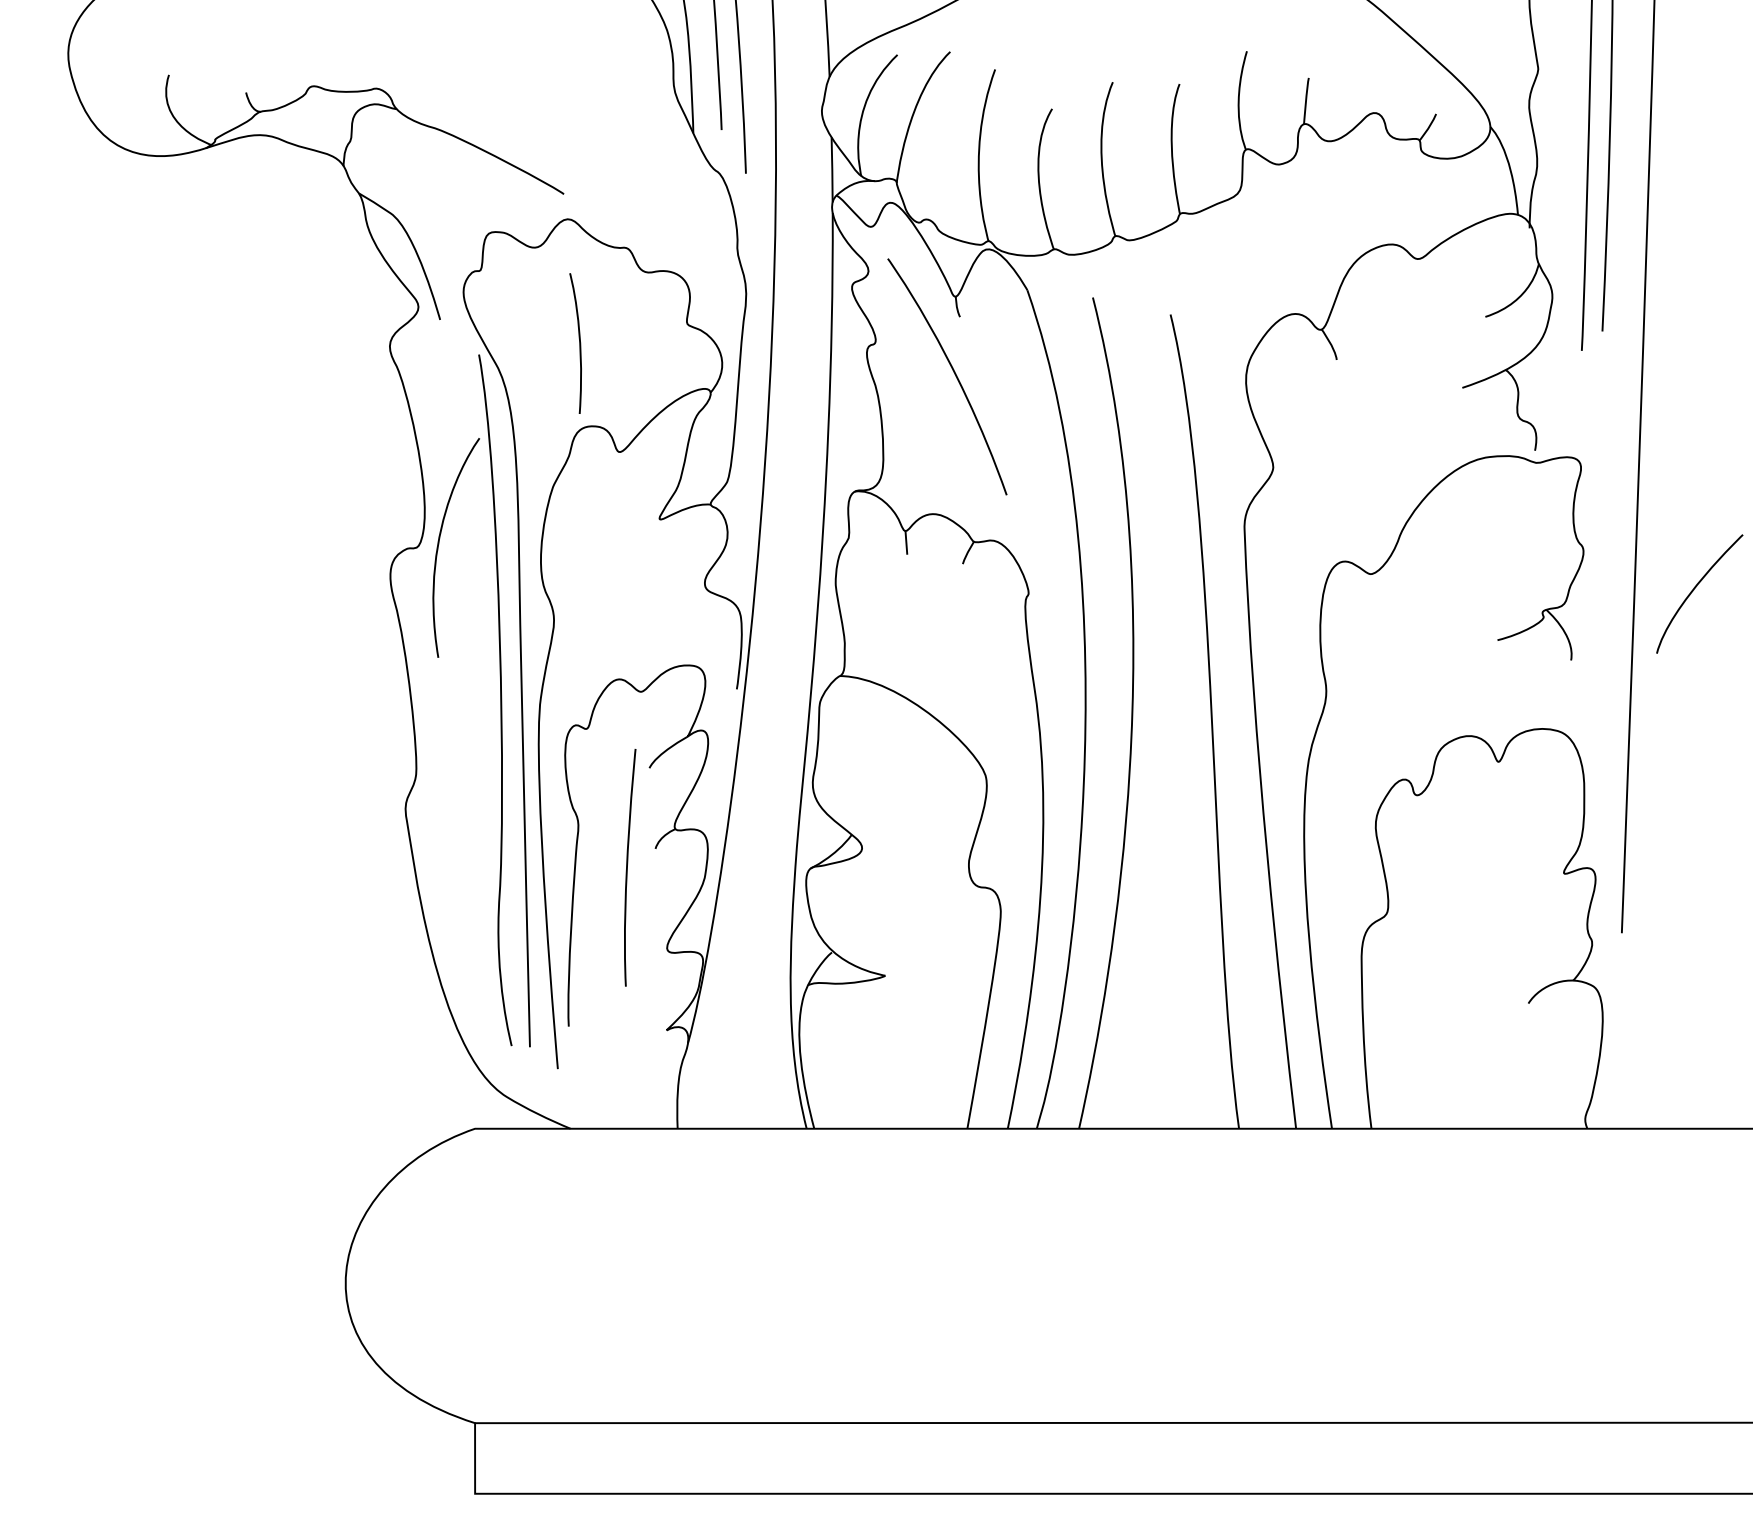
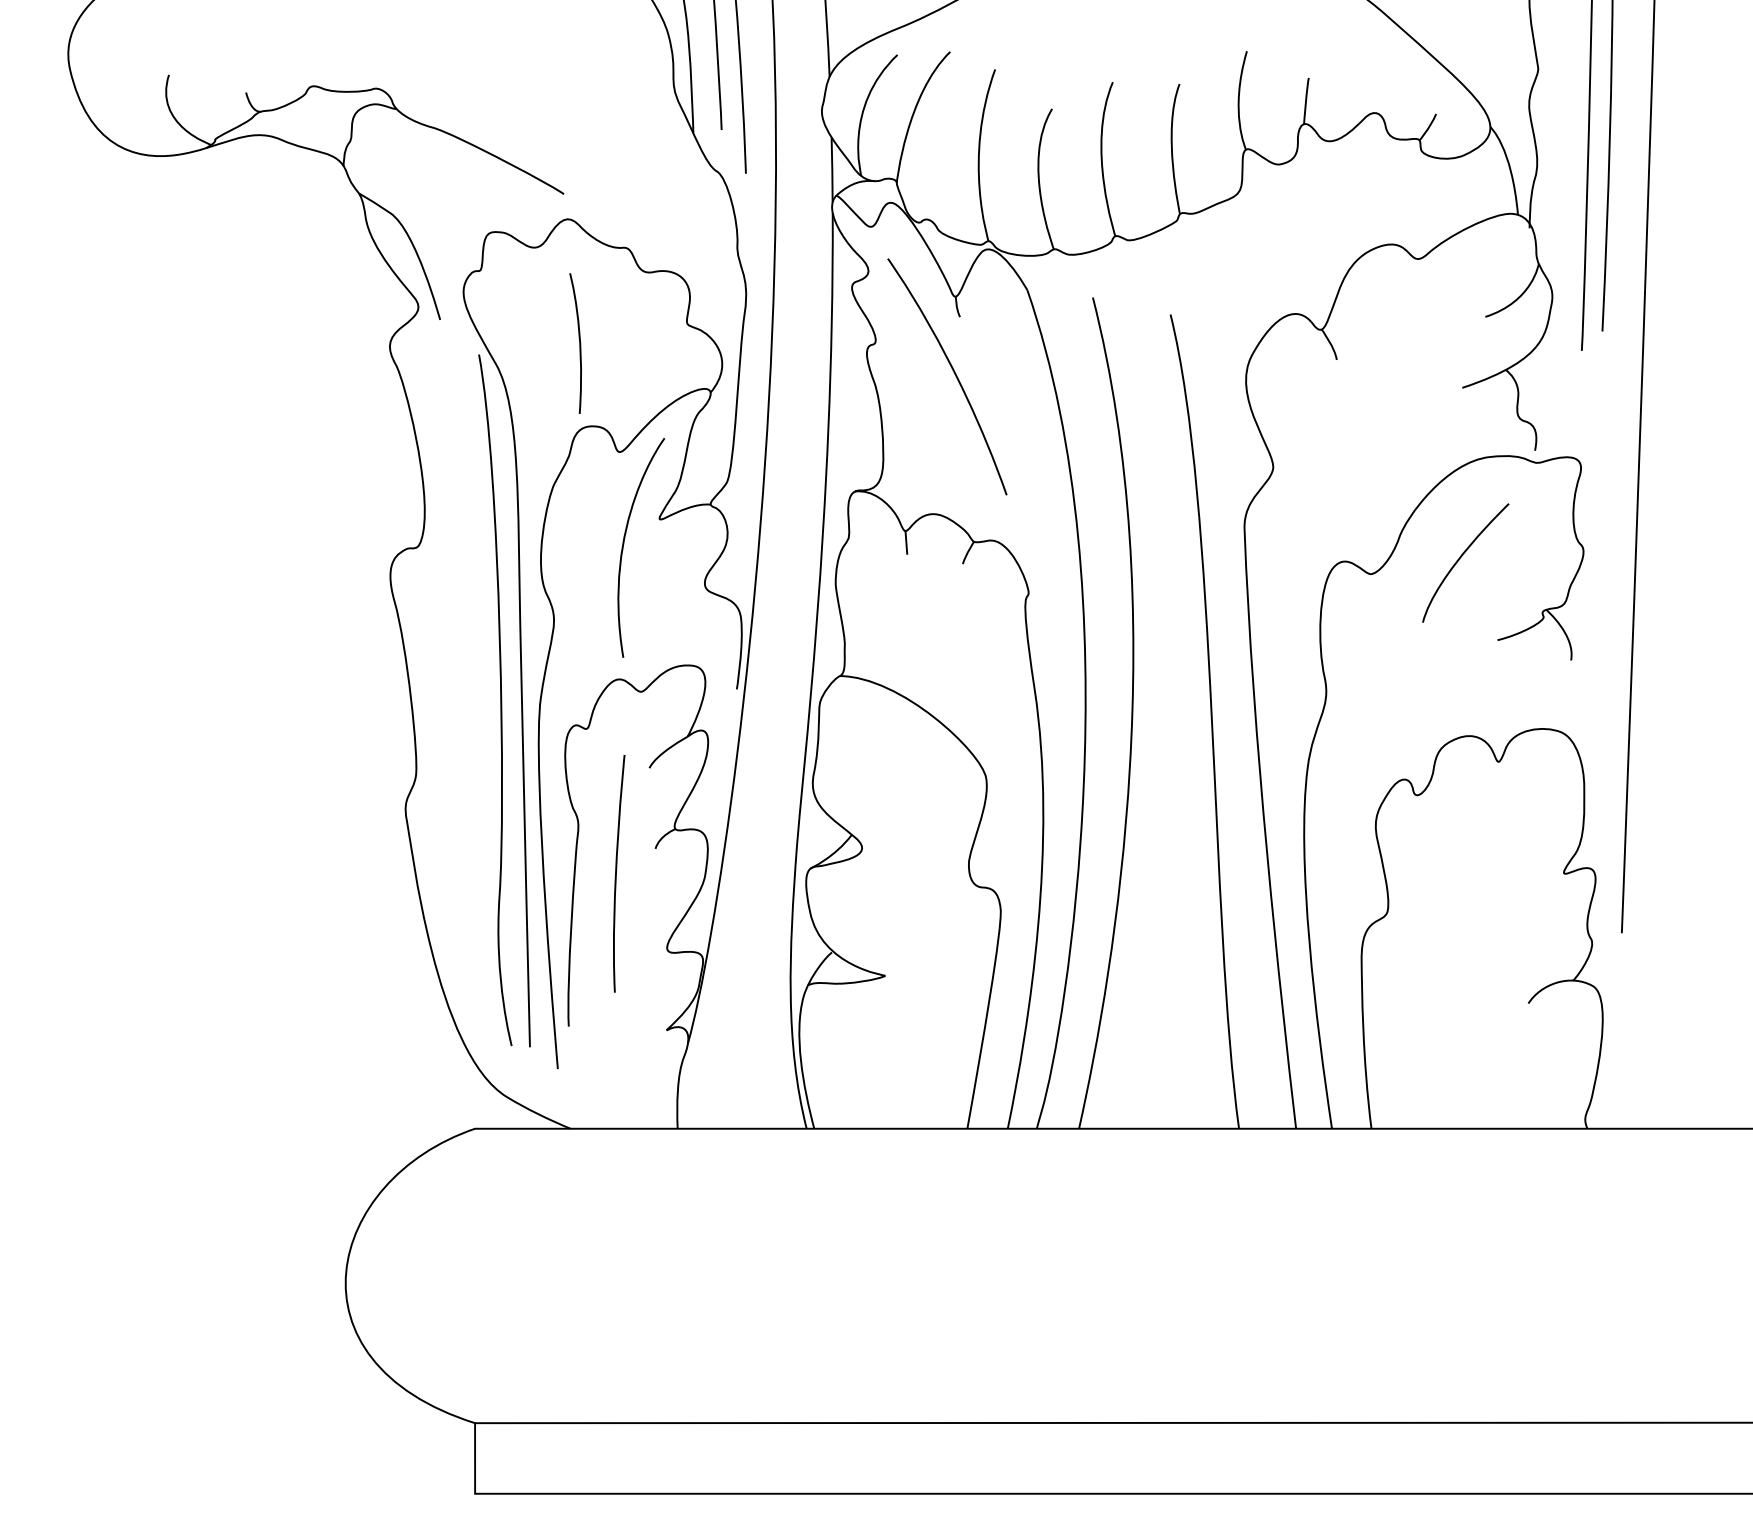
curve at (439, 544) position: (439, 544) -> (624, 544)
curve at (1693, 591) position: (1693, 591) -> (1459, 560)
curve at (627, 867) position: (627, 867) -> (616, 873)
